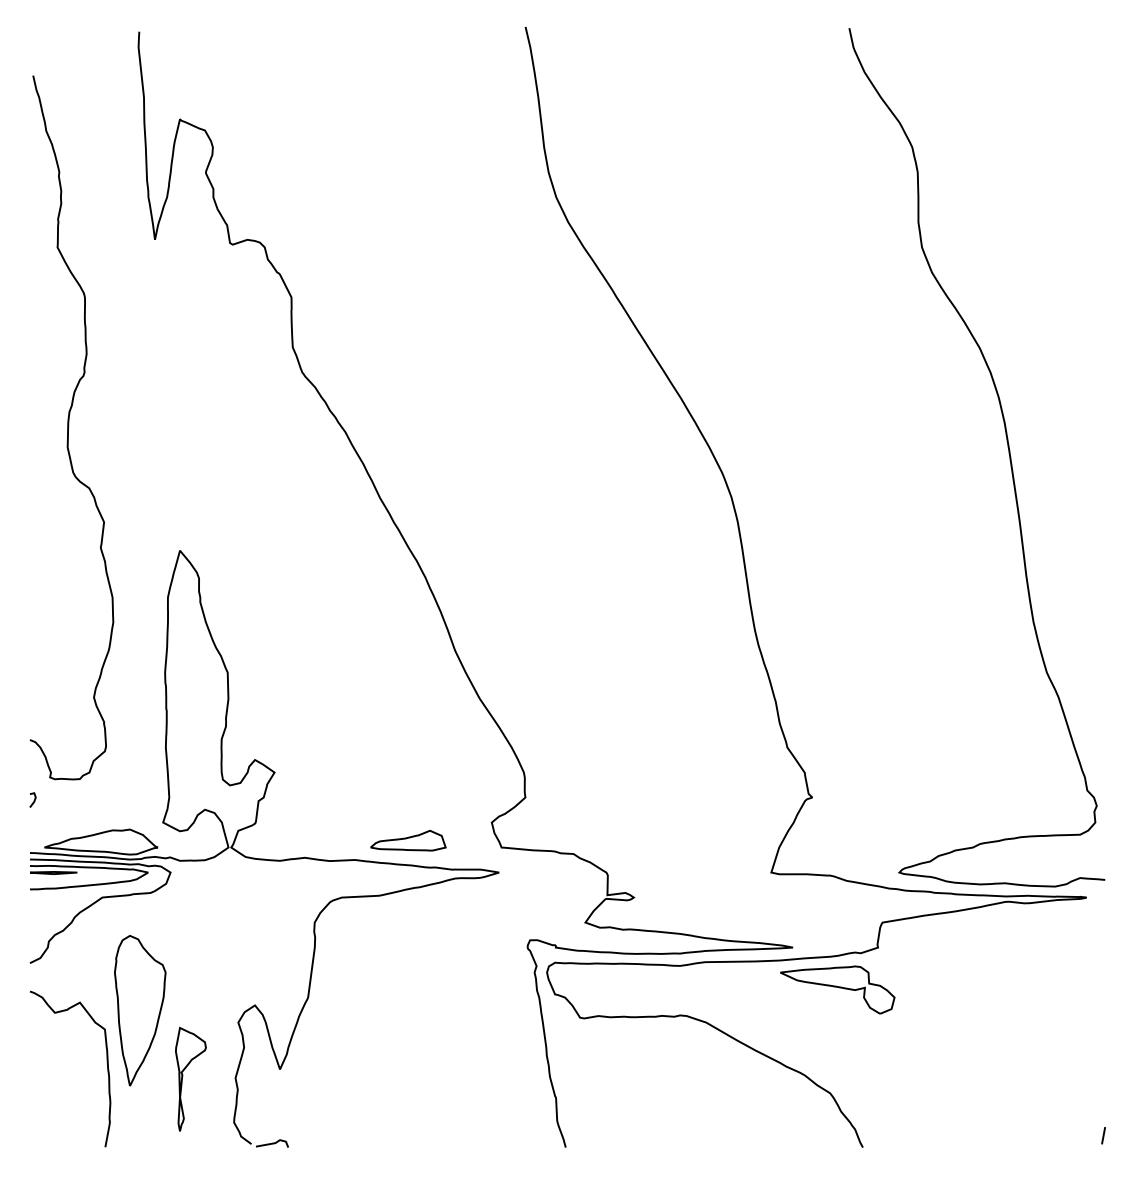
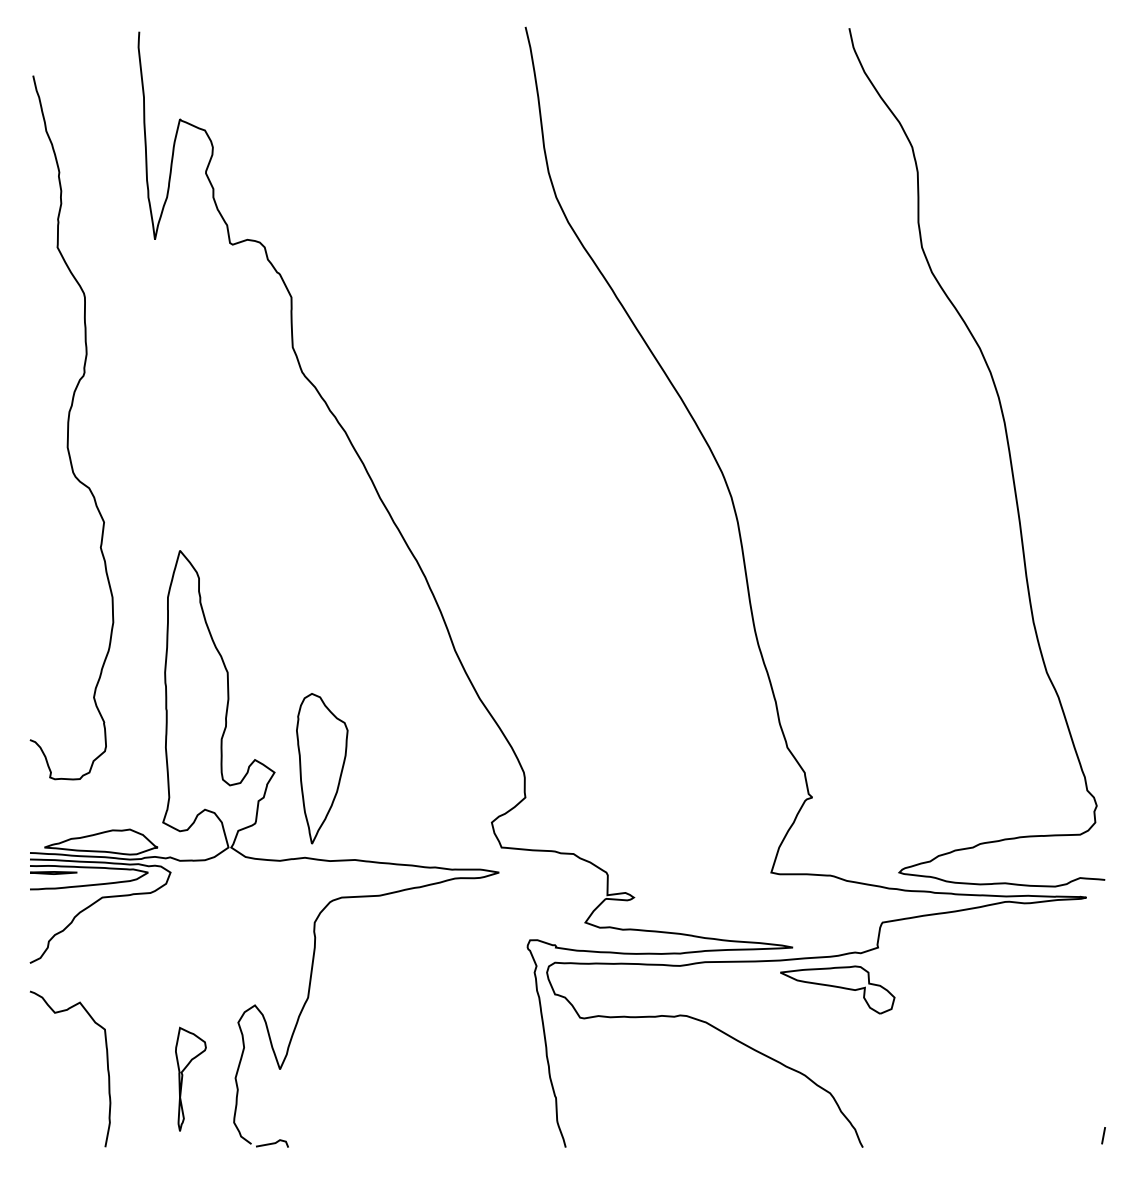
line at (33, 800): present -> none
part at (408, 840): present -> none
part at (140, 1010) position: (140, 1010) -> (322, 768)
